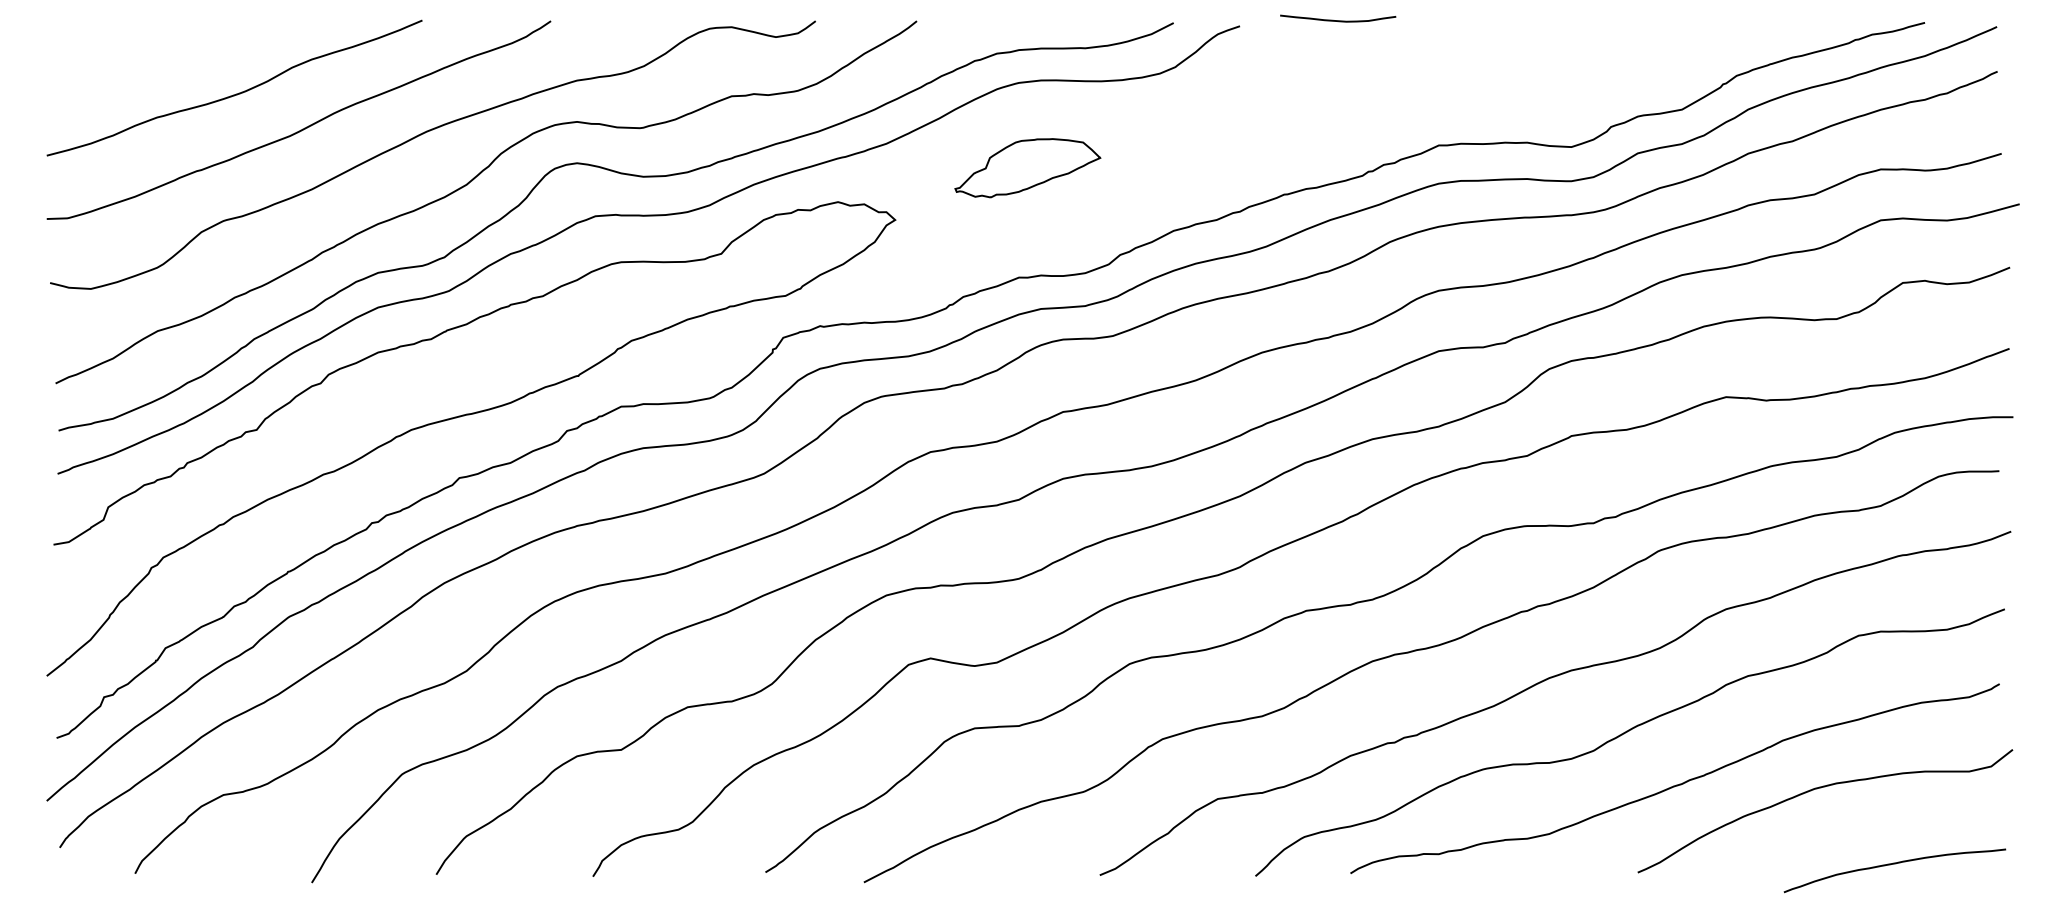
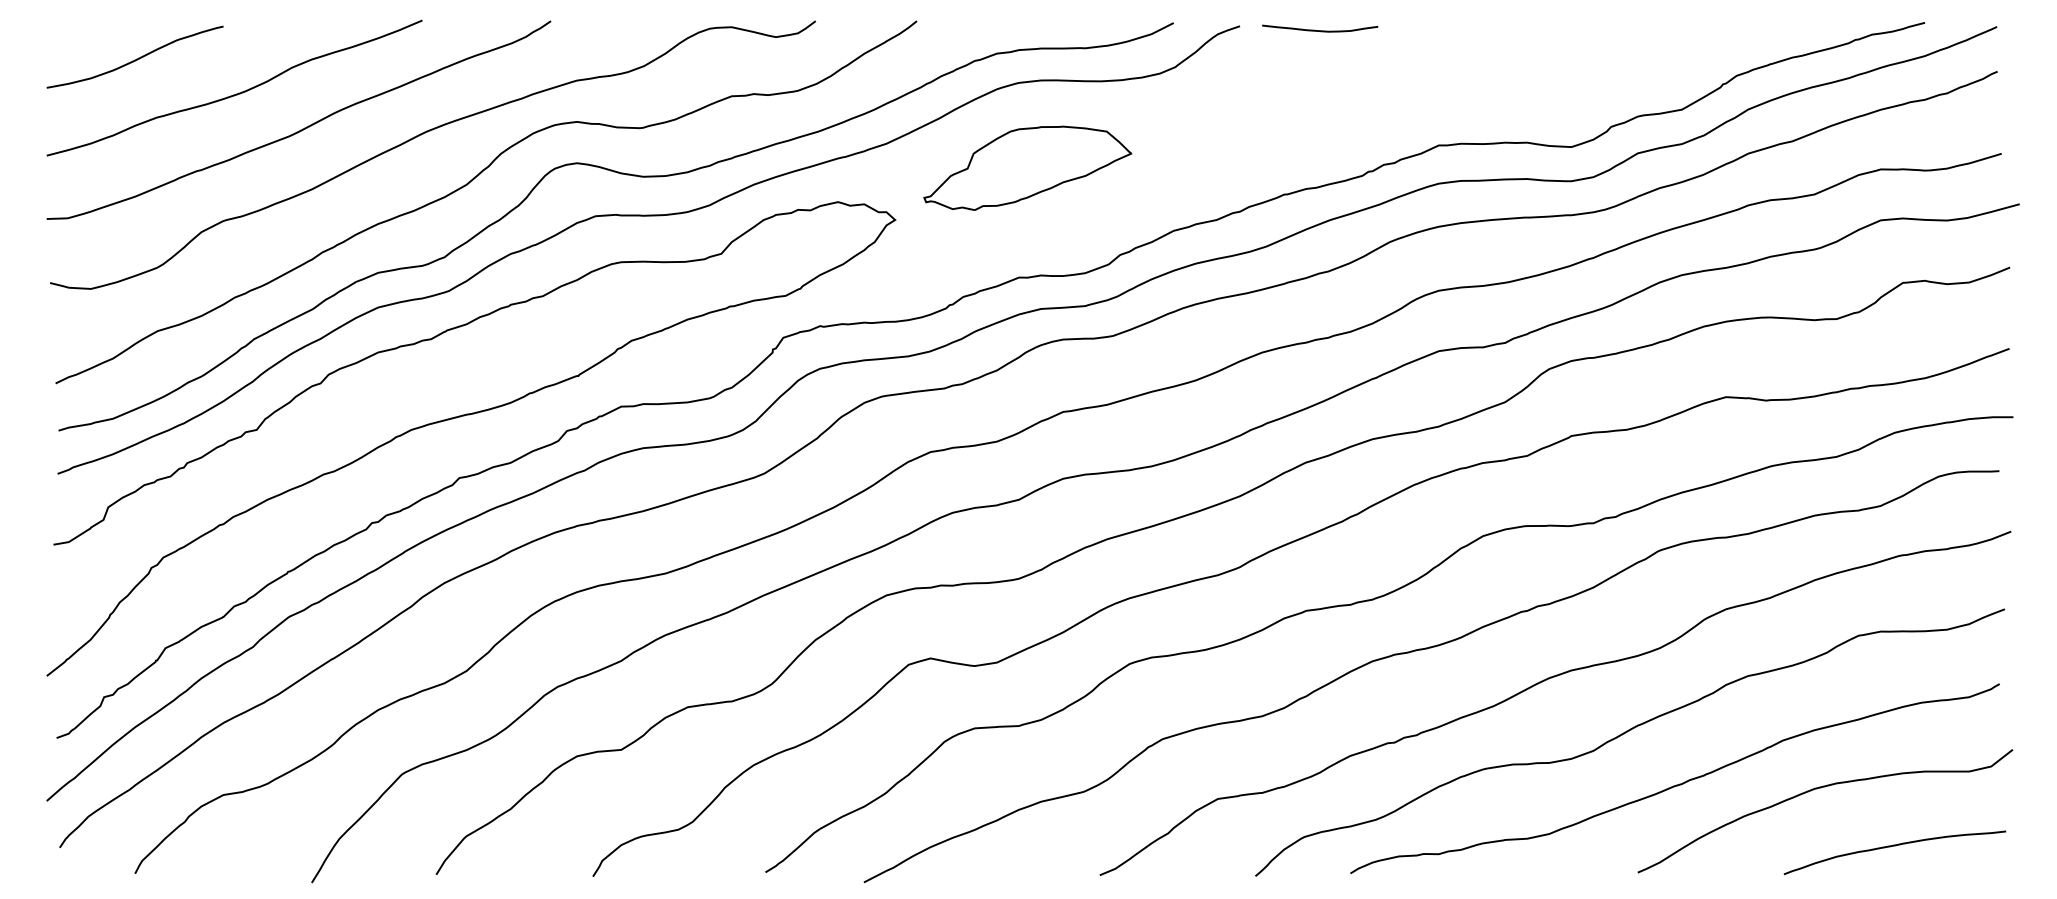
curve at (1338, 20) position: (1338, 20) -> (1320, 30)
curve at (136, 58): none -> present
part at (1027, 168) size: 148x61 px -> 210x86 px
curve at (1894, 864) position: (1894, 864) -> (1894, 846)
